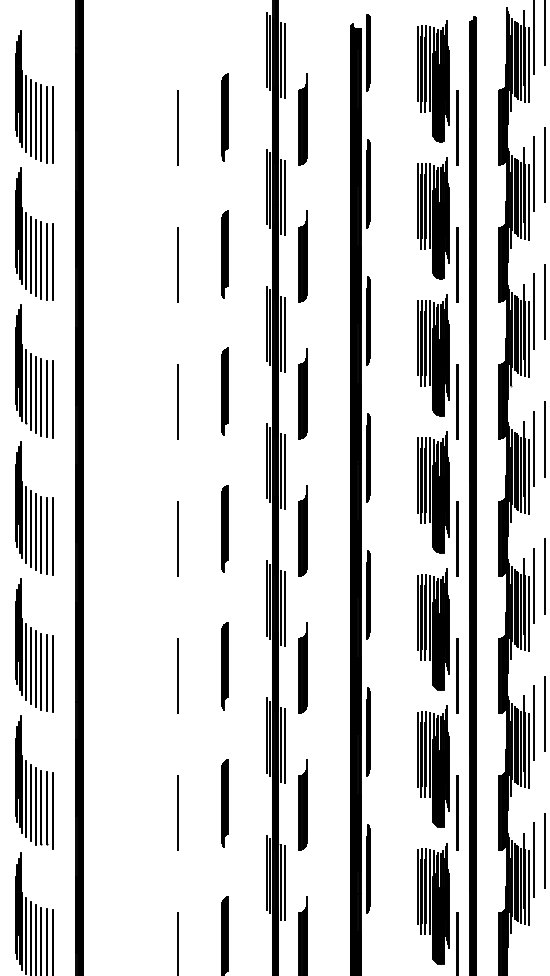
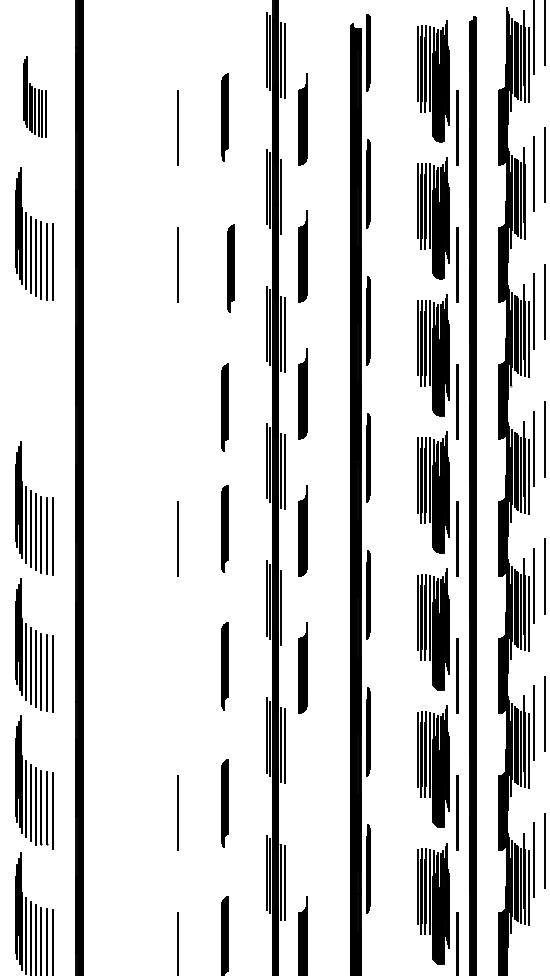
part at (34, 96) size: 39x134 px -> 24x82 px
line at (285, 197): present -> none
line at (529, 202): present -> none
part at (224, 254) position: (224, 254) -> (230, 268)
part at (34, 371): present -> none
part at (224, 391) position: (224, 391) -> (224, 407)
line at (177, 401): present -> none
line at (285, 609): present -> none
line at (177, 675): present -> none
part at (302, 804): present -> none
